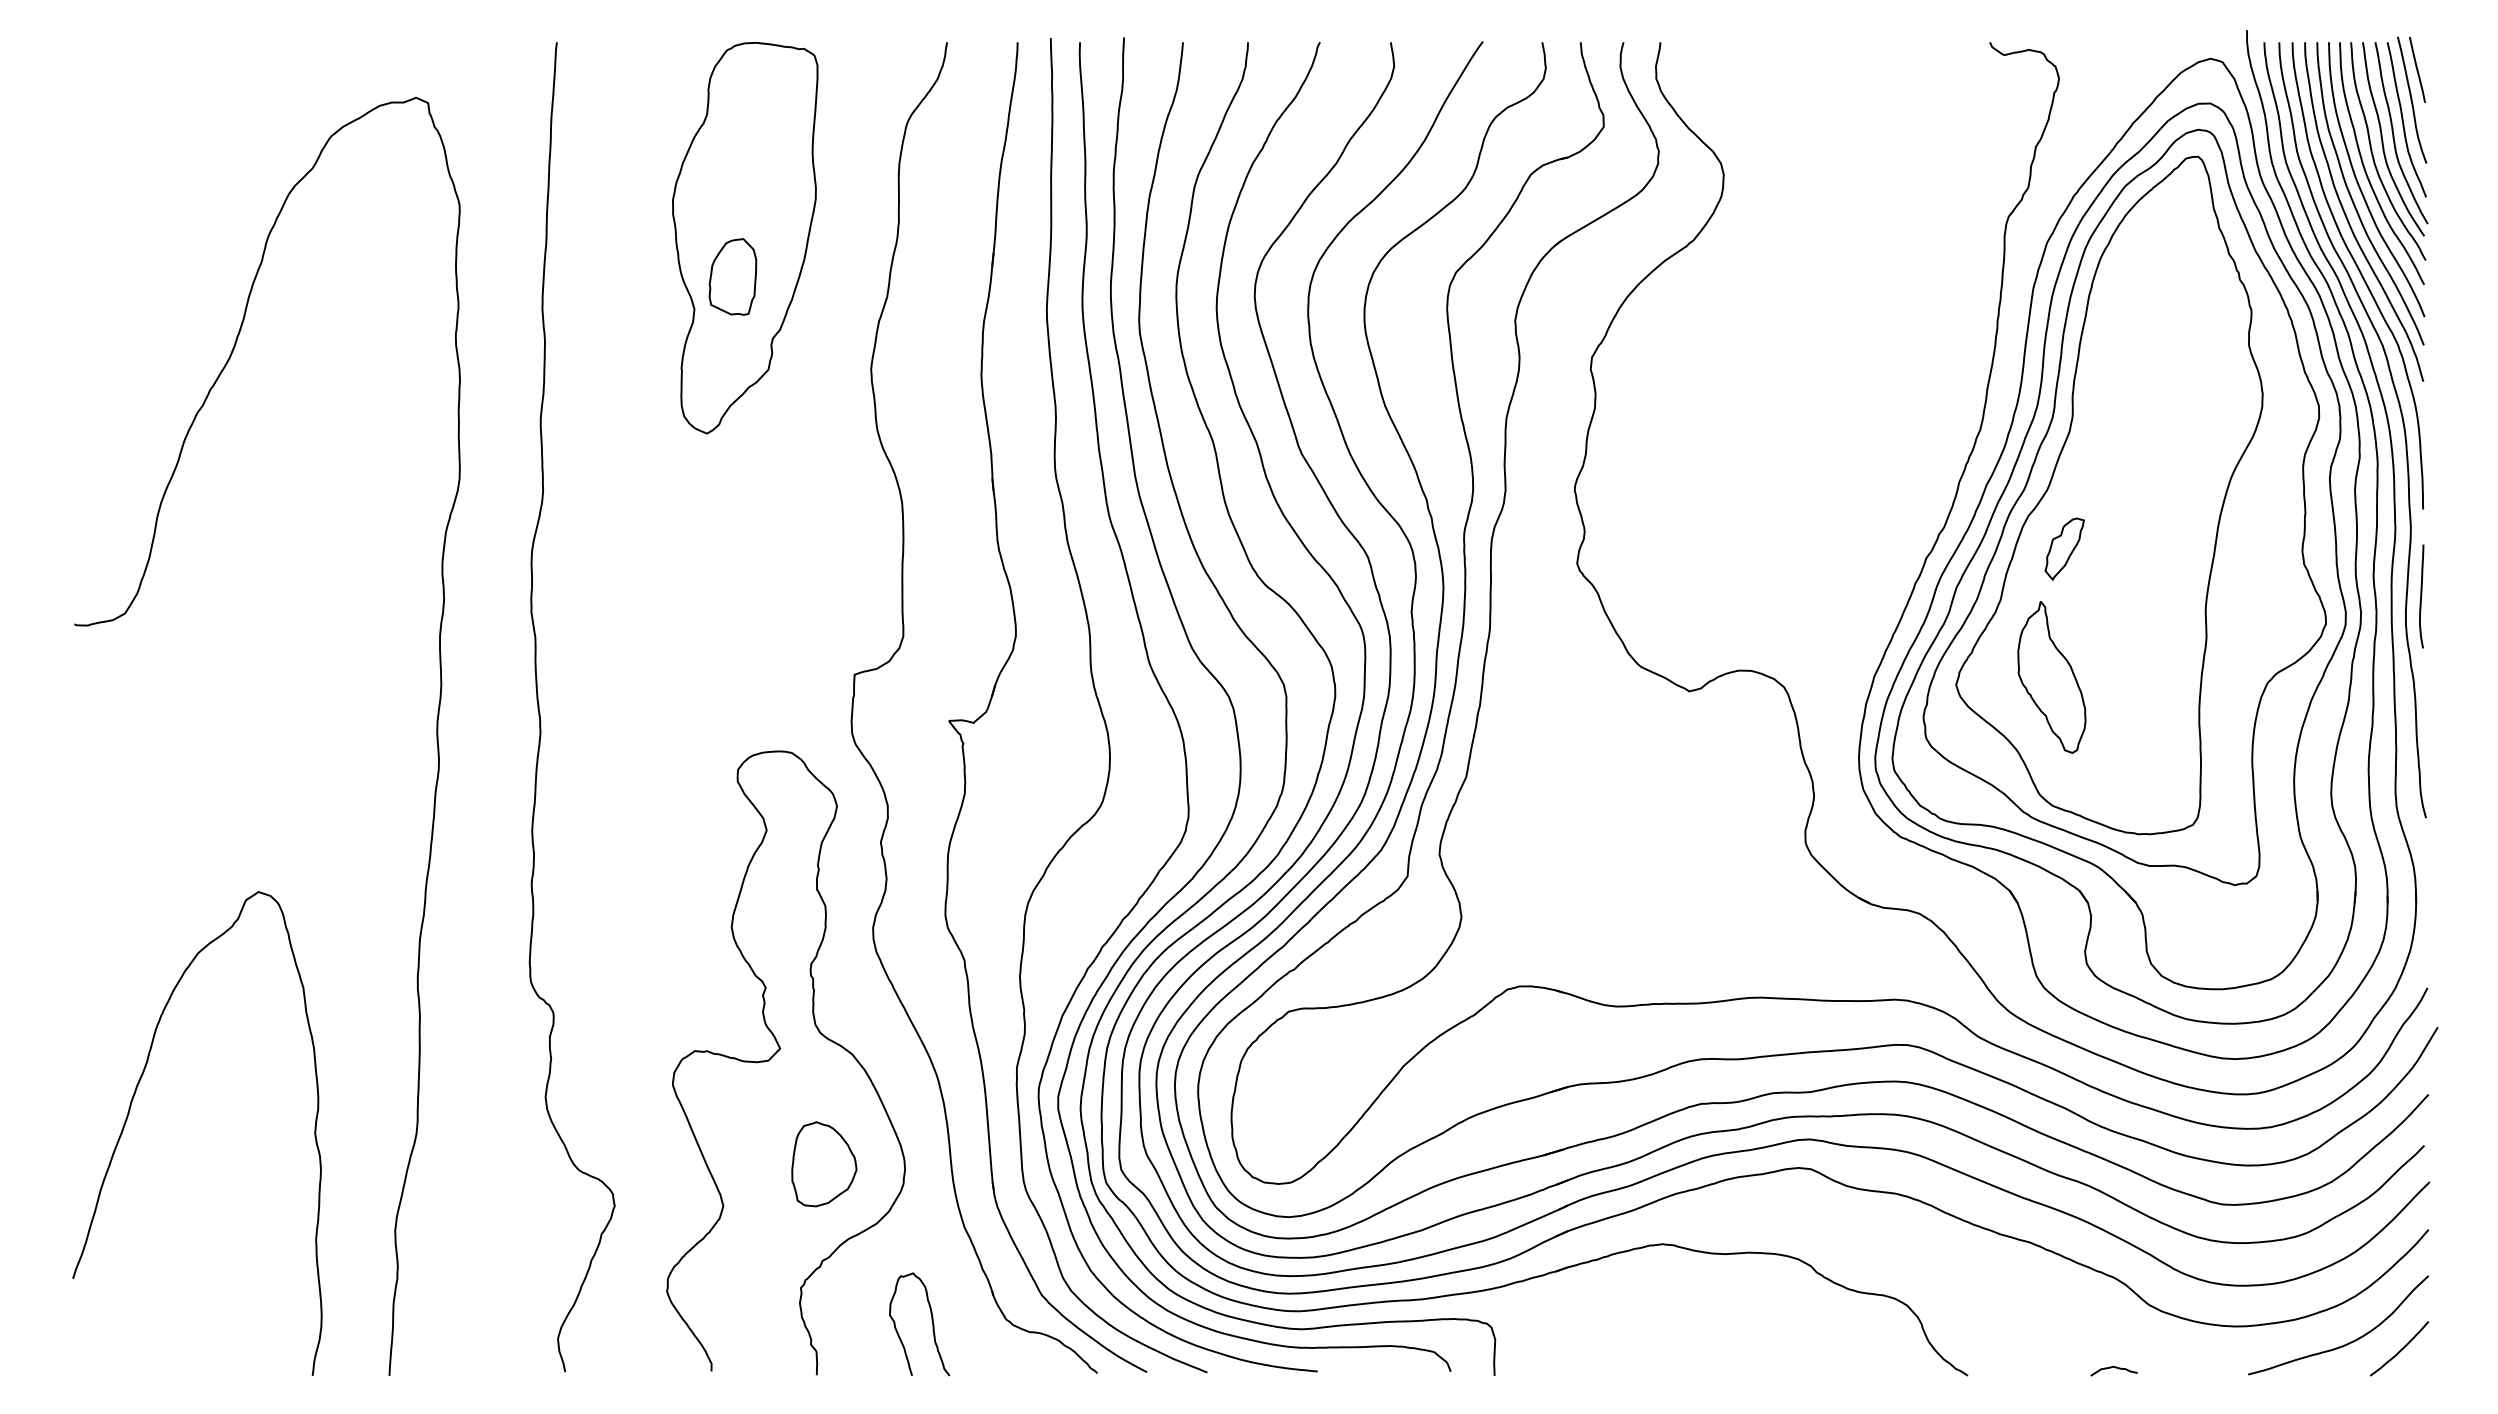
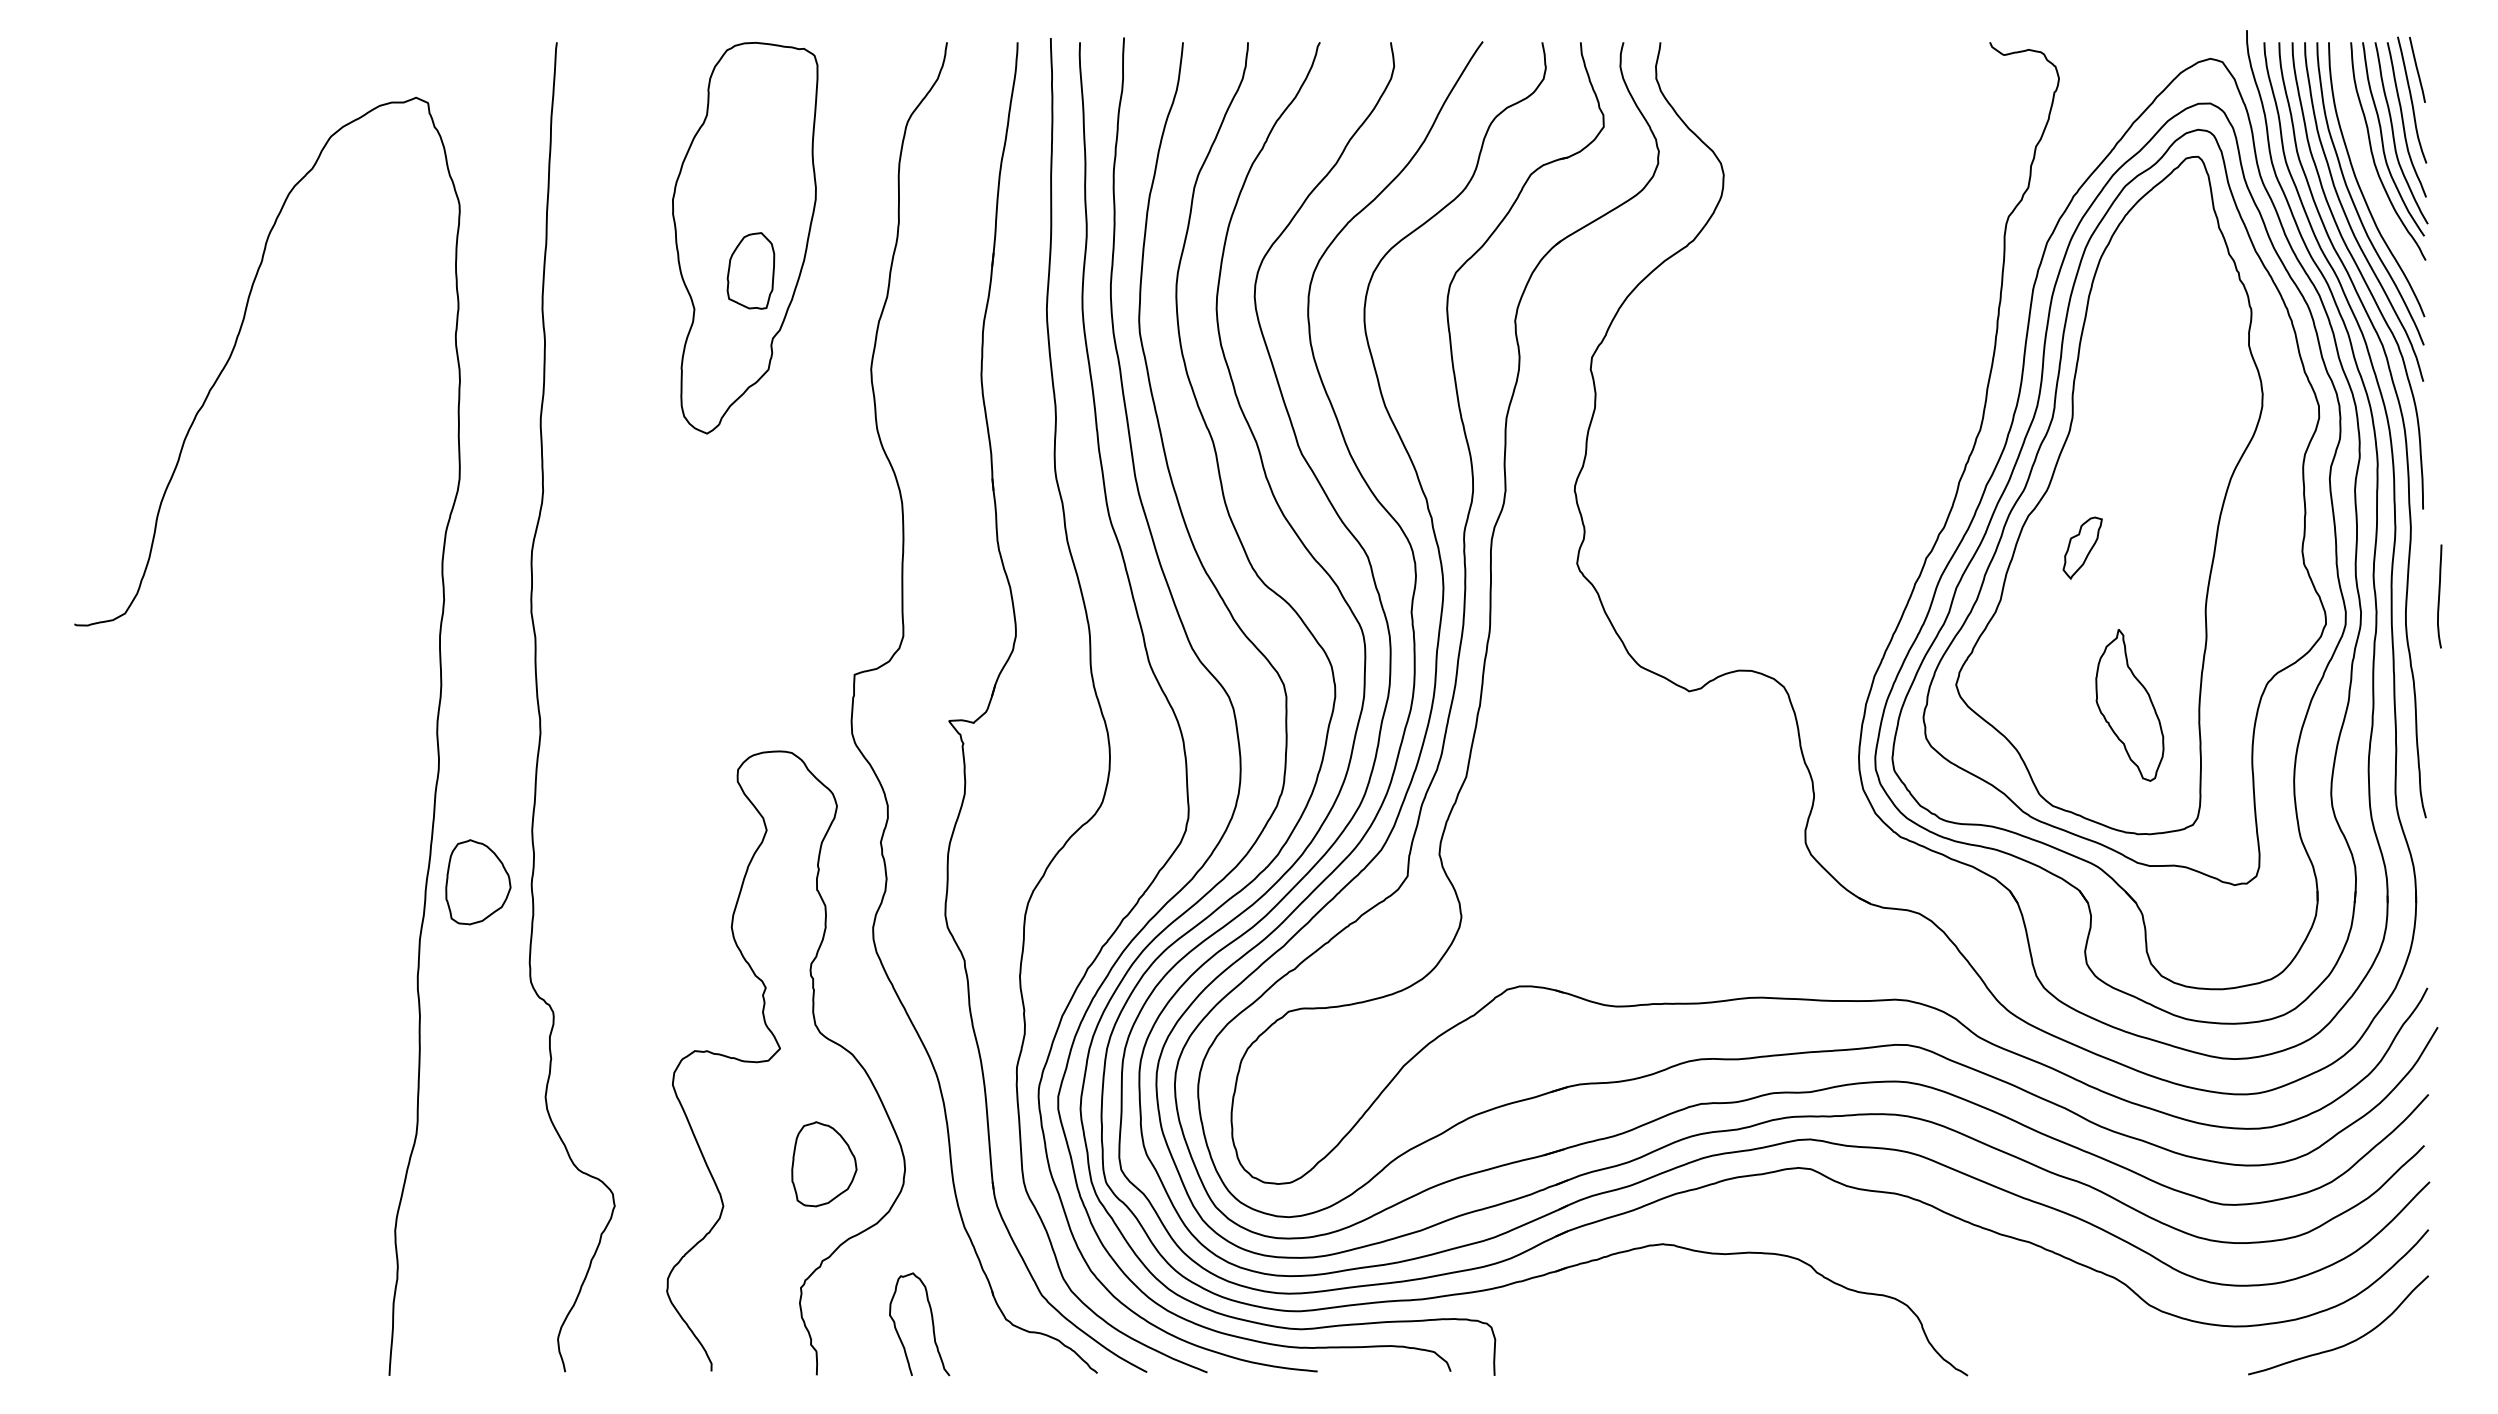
curve at (2366, 170): present -> none
part at (732, 276) position: (732, 276) -> (750, 270)
part at (2064, 548) position: (2064, 548) -> (2082, 547)
curve at (2421, 596) position: (2421, 596) -> (2439, 596)
part at (2051, 677) position: (2051, 677) -> (2129, 705)
part at (478, 882): none -> present
curve at (129, 1114): present -> none
curve at (2400, 1349): present -> none
curve at (2111, 1368): present -> none
